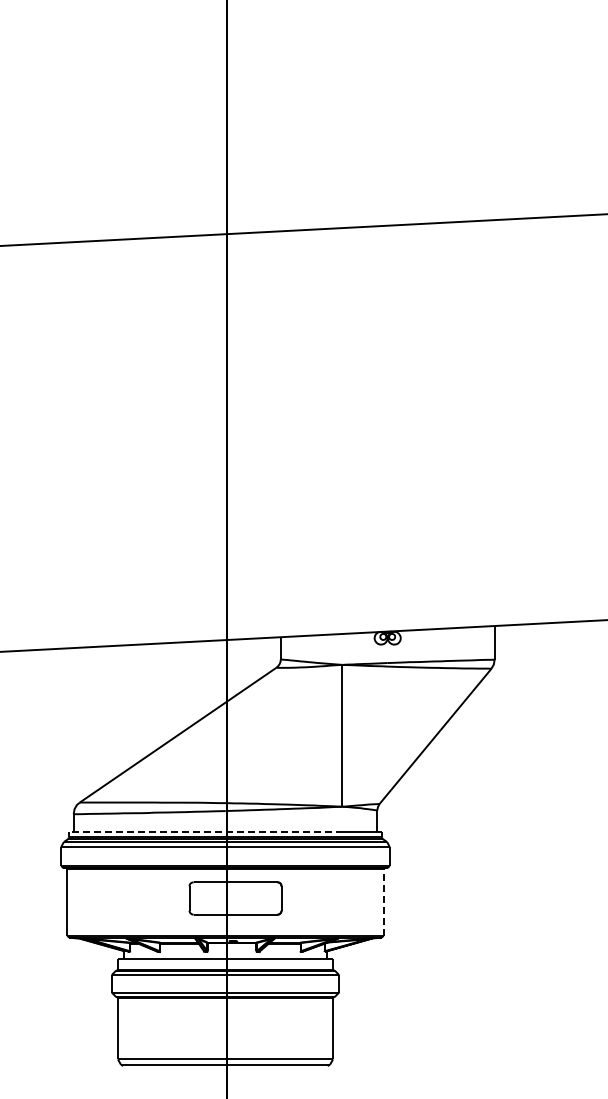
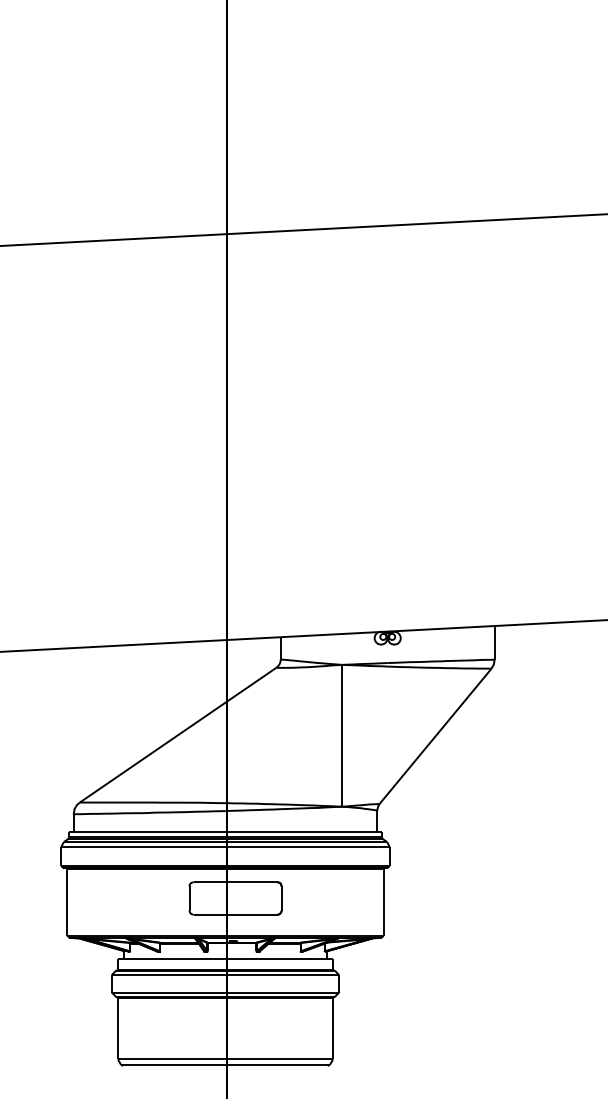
line at (205, 831): dashed -> solid
line at (383, 901): dashed -> solid
